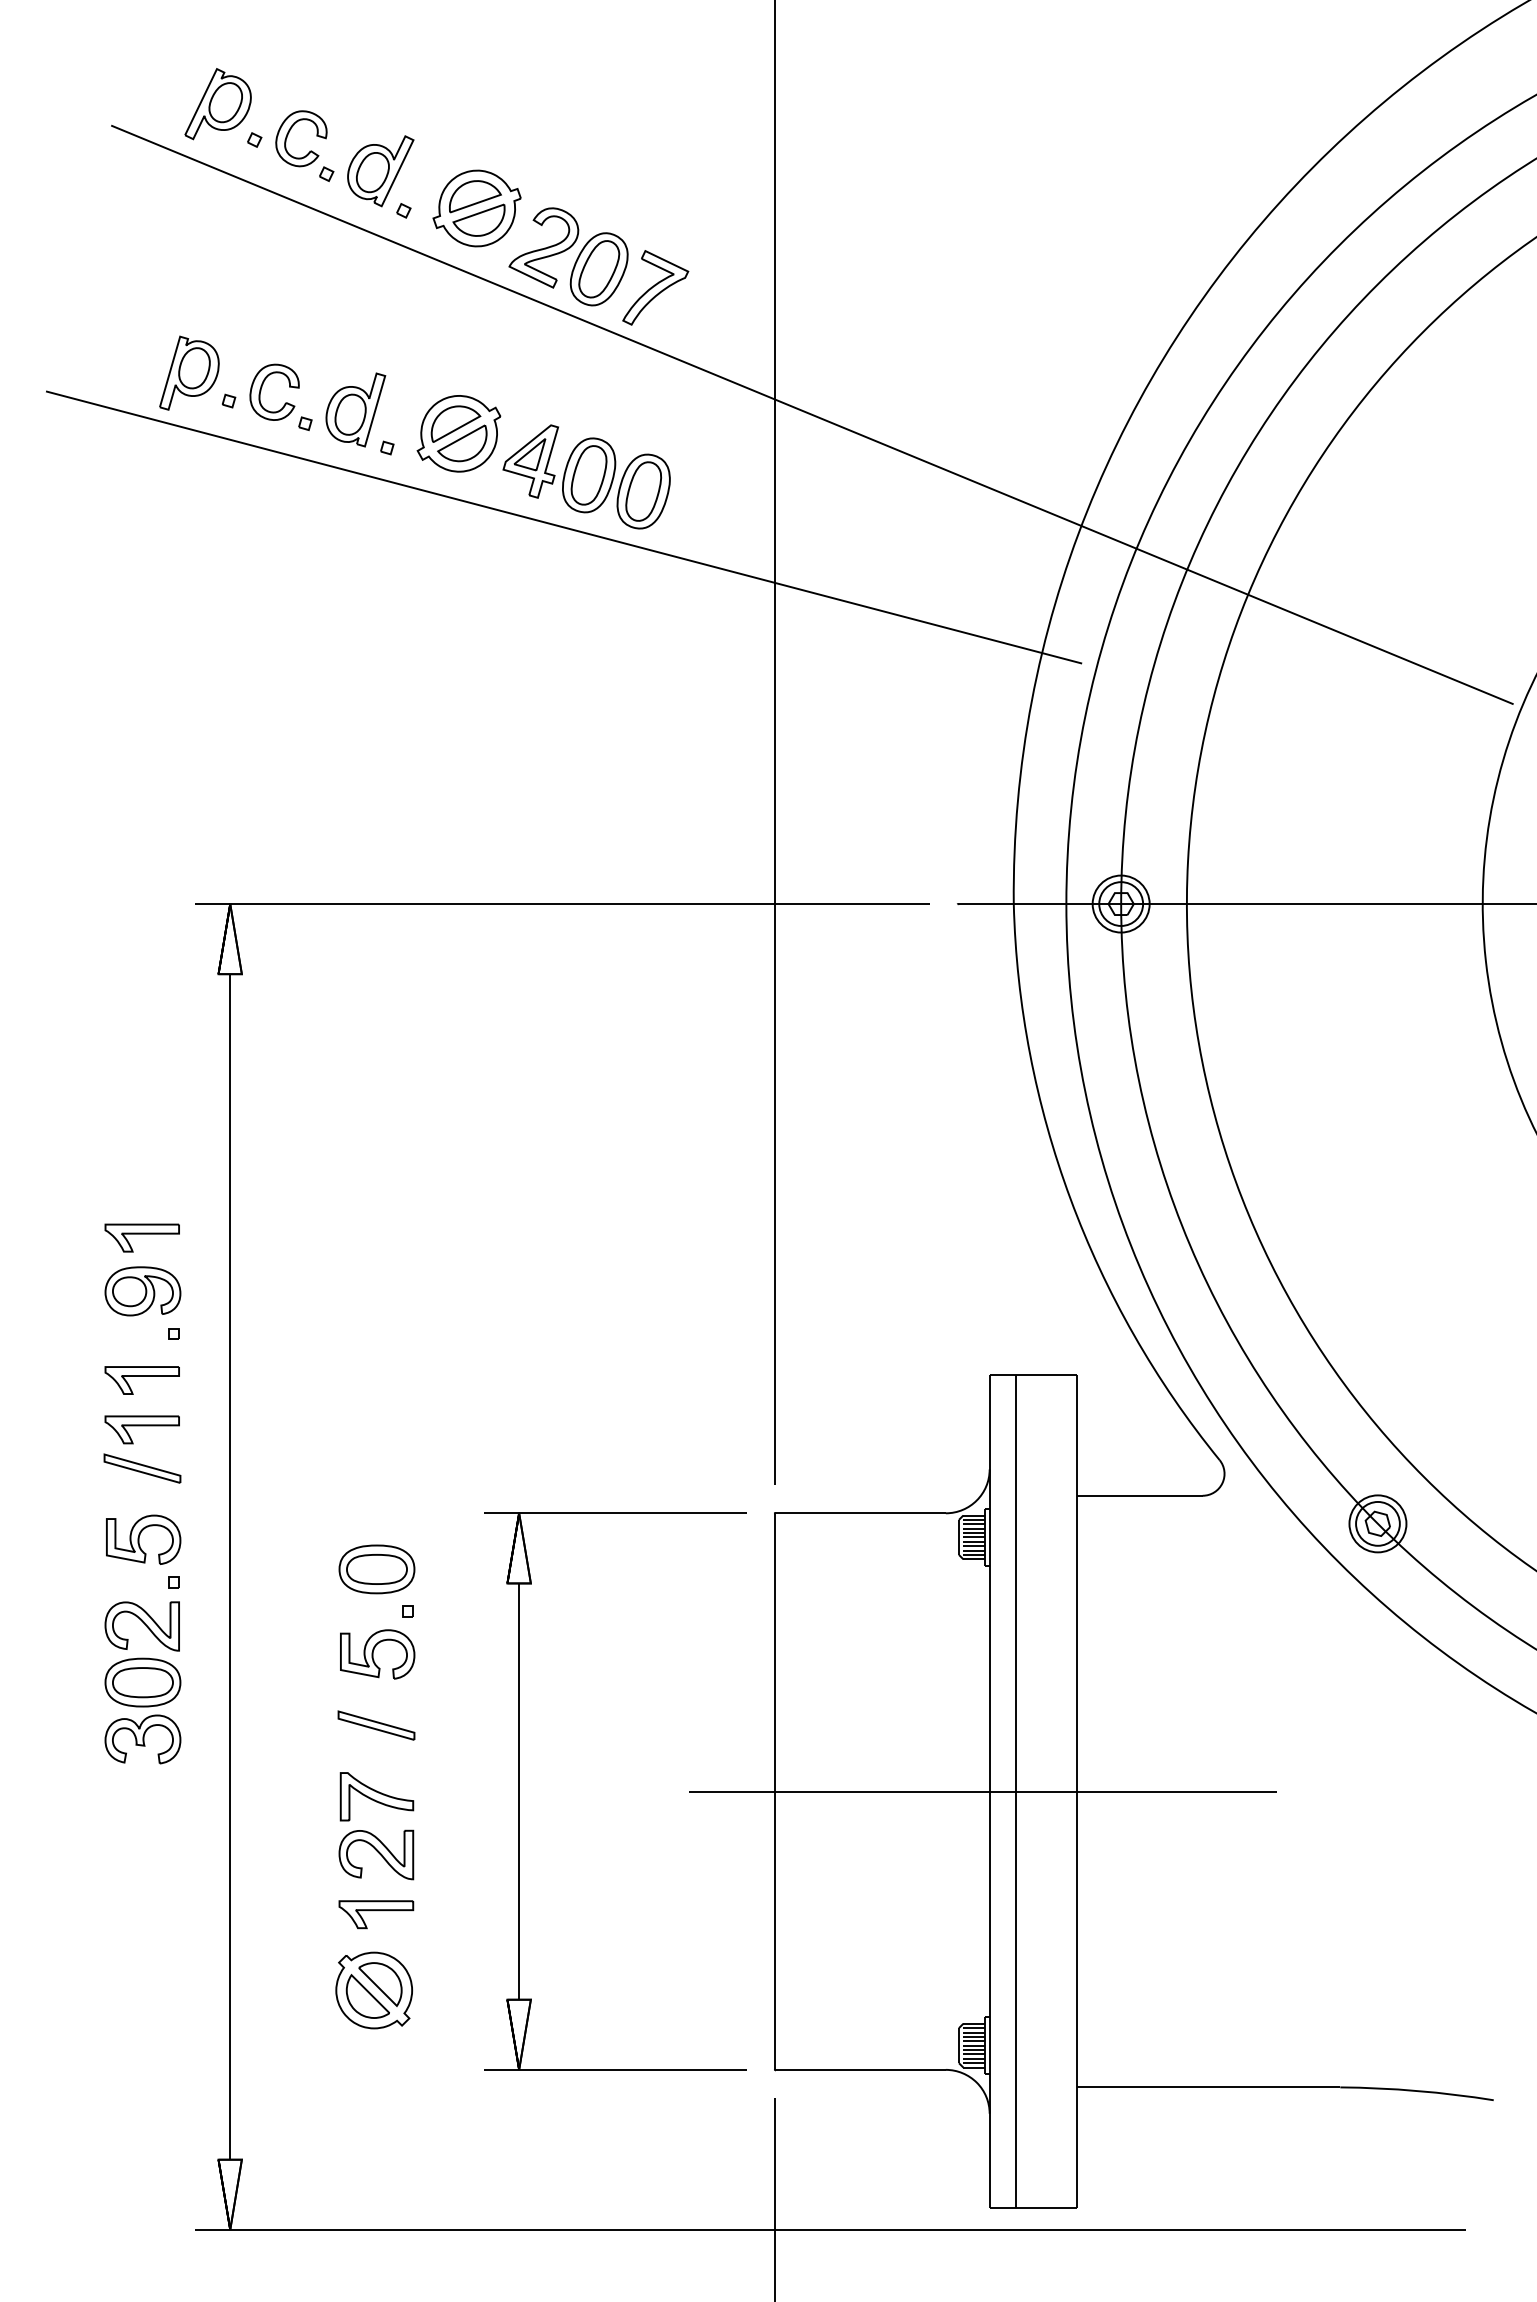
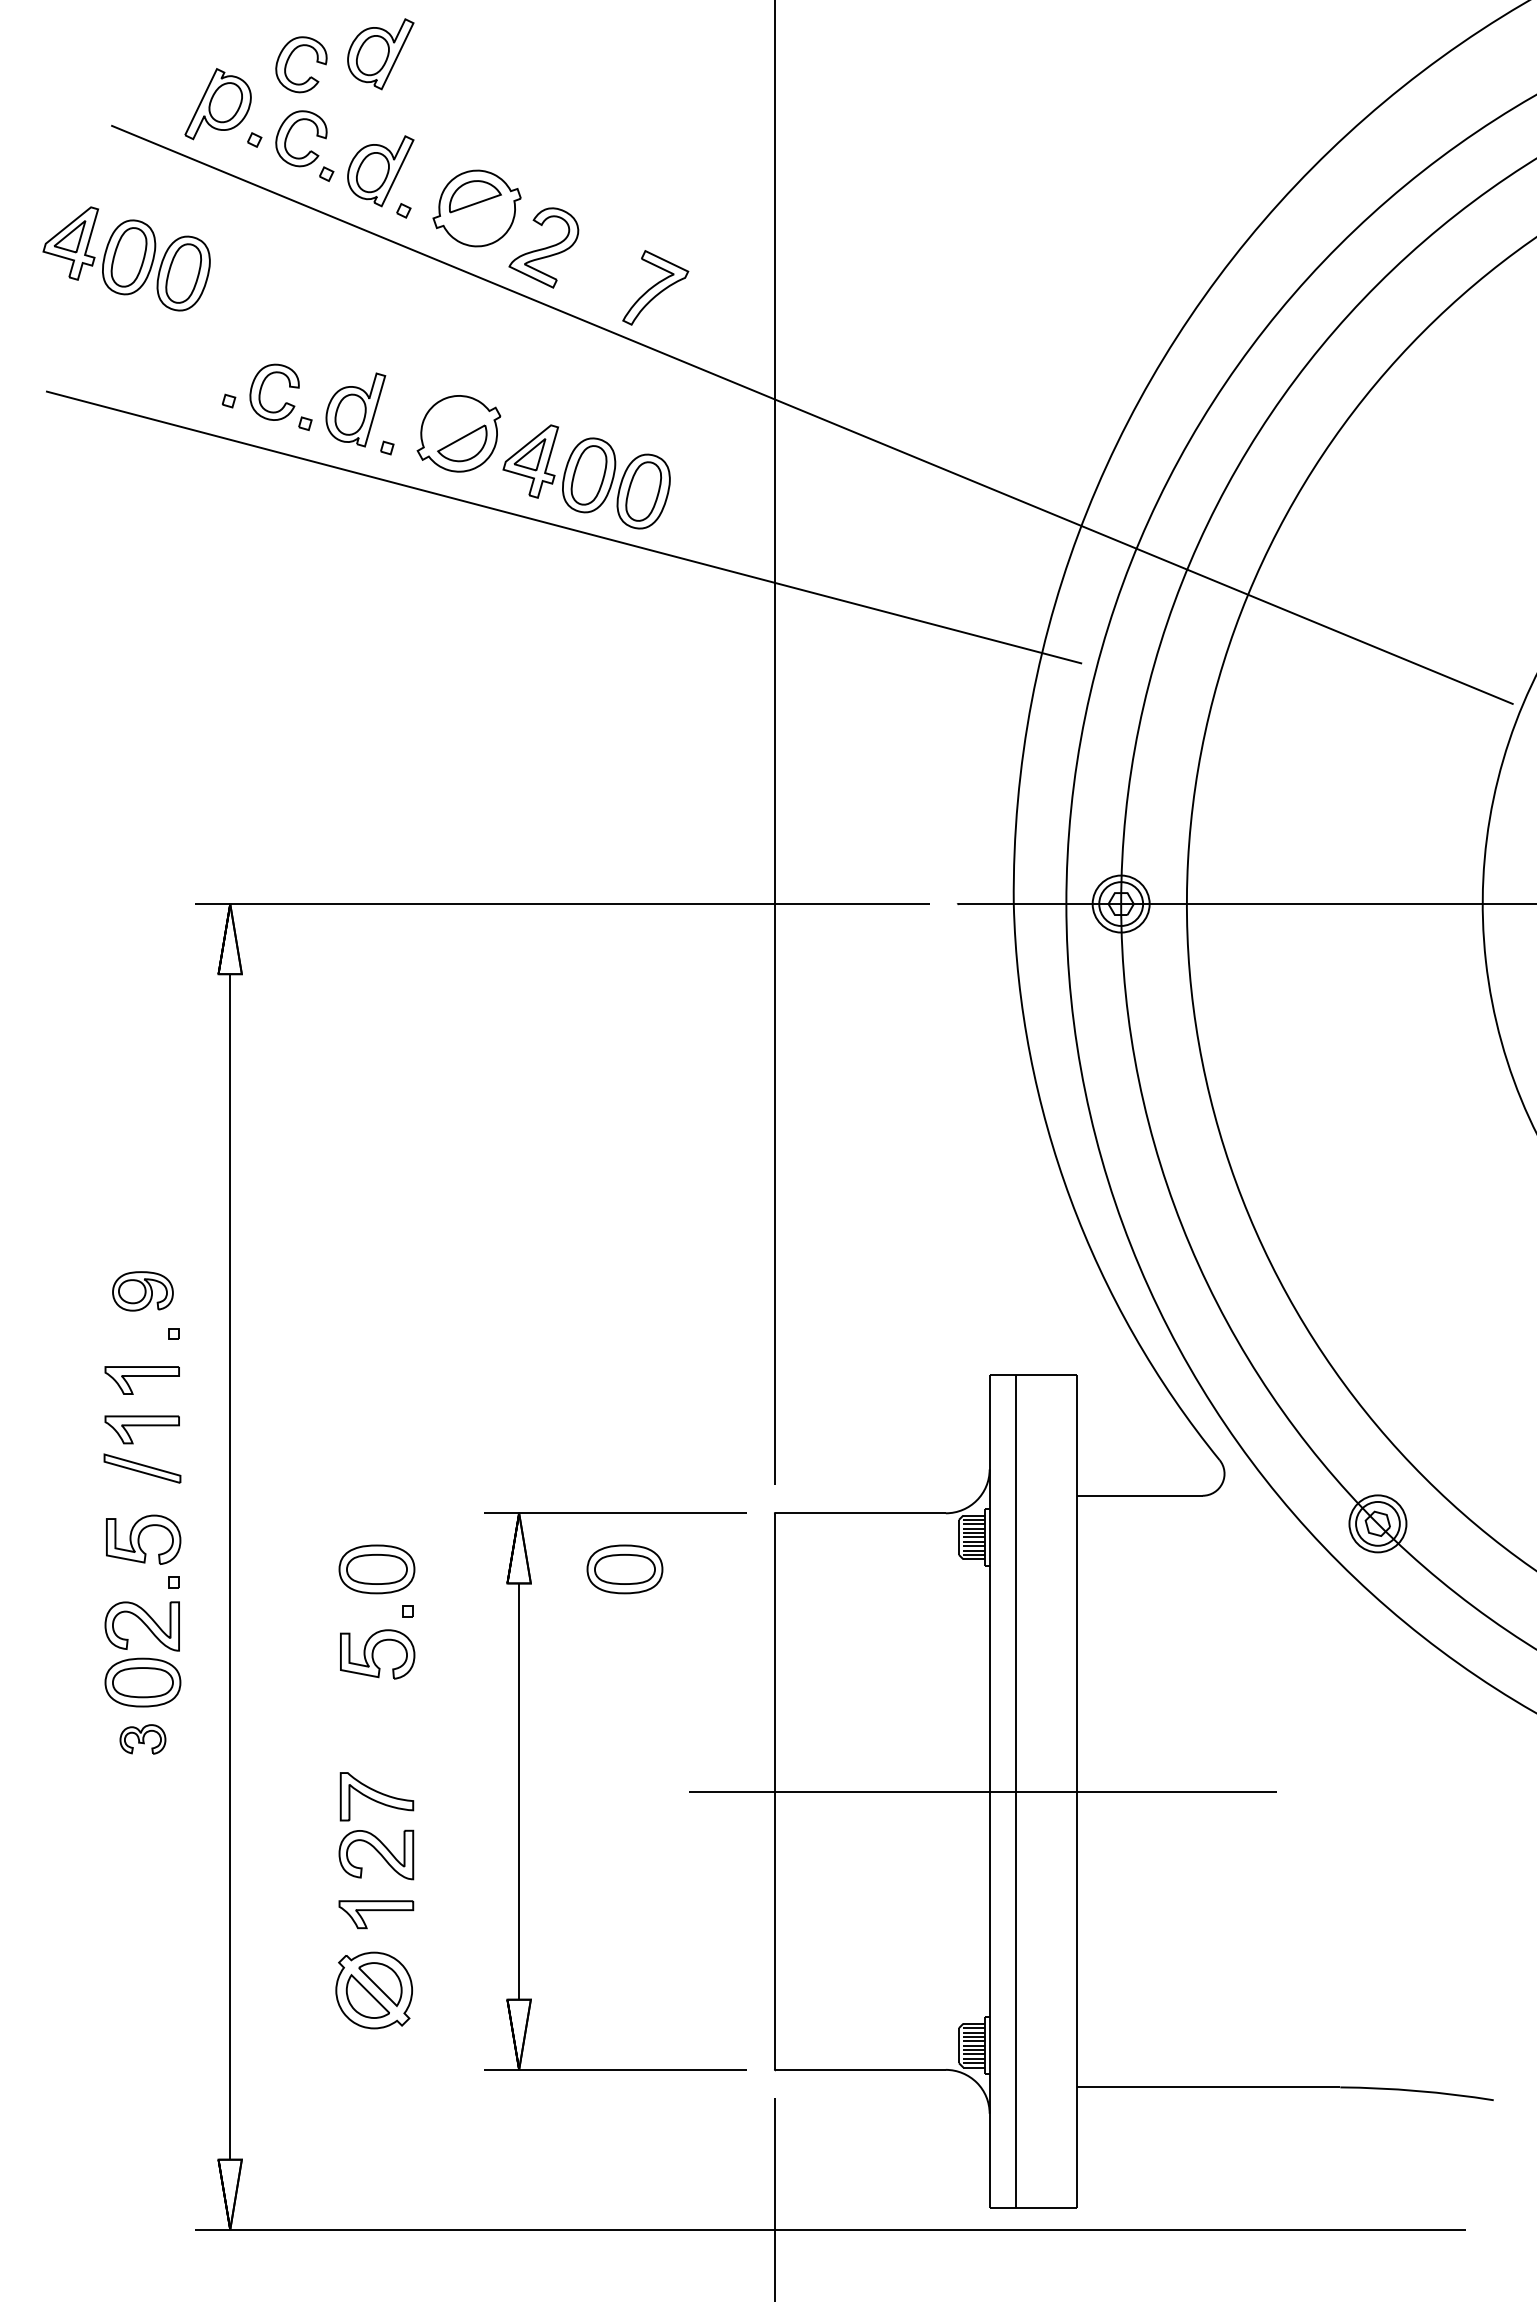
part at (380, 54): none -> present
part at (288, 61): none -> present
part at (478, 219): present -> none
part at (126, 258): none -> present
part at (598, 269): present -> none
part at (189, 372): present -> none
part at (455, 423): present -> none
part at (141, 1237): present -> none
part at (142, 1291) size: 78x51 px -> 62x41 px
part at (624, 1569): none -> present
part at (376, 1725): present -> none
part at (142, 1739) size: 78x51 px -> 48x31 px
